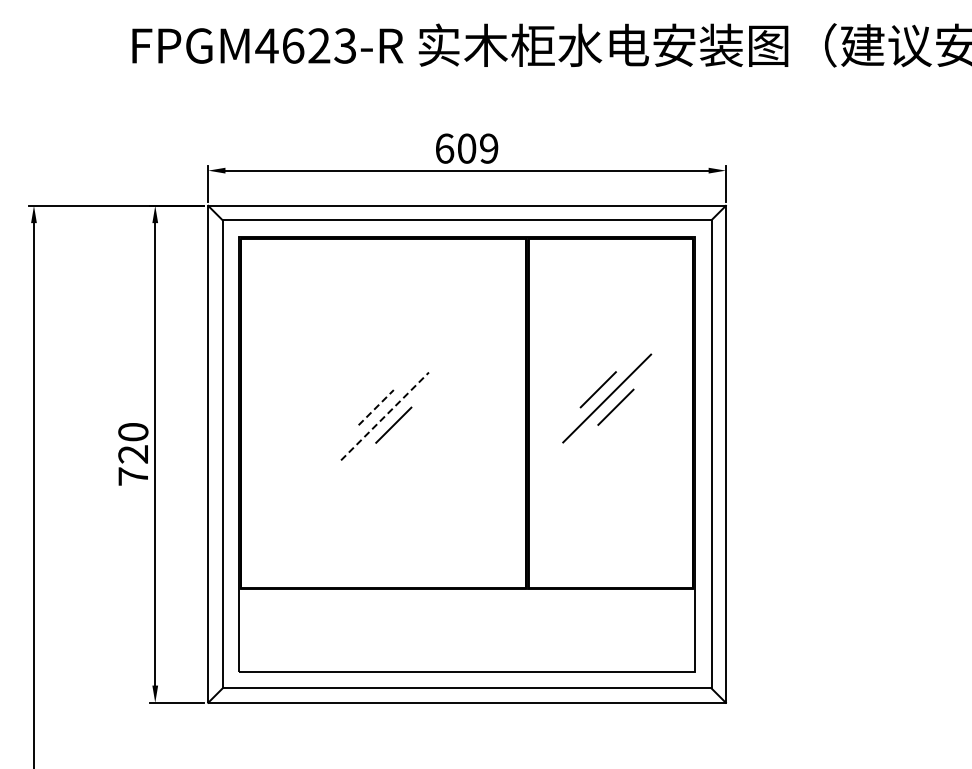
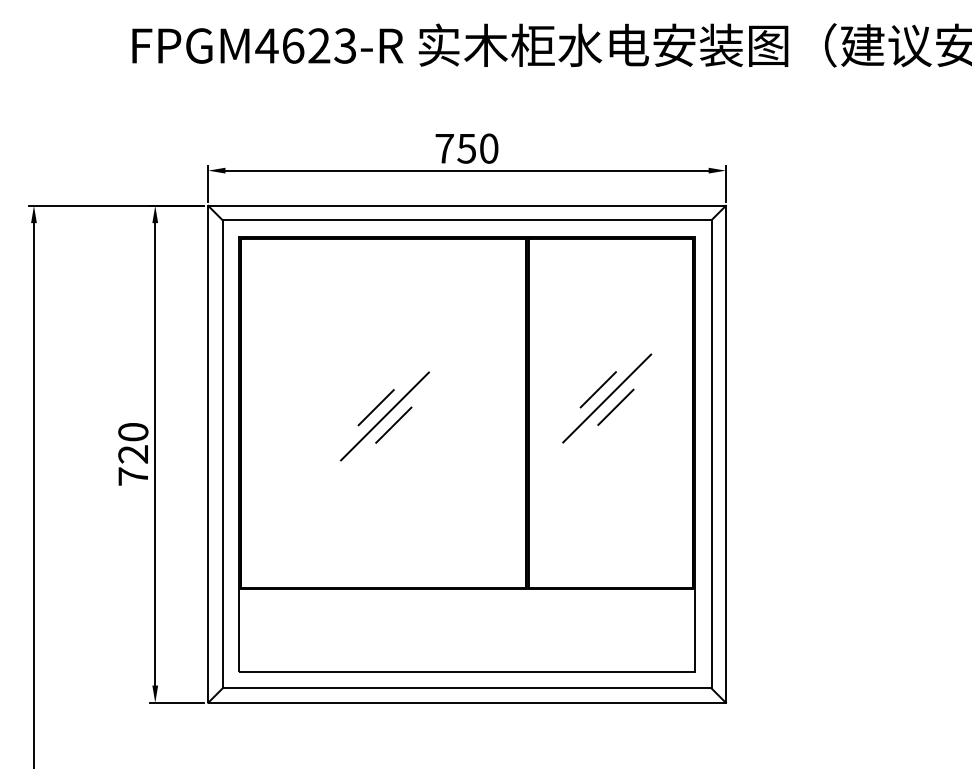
text at (466, 148): 609 -> 750
line at (376, 407): dashed -> solid
line at (385, 416): dashed -> solid
